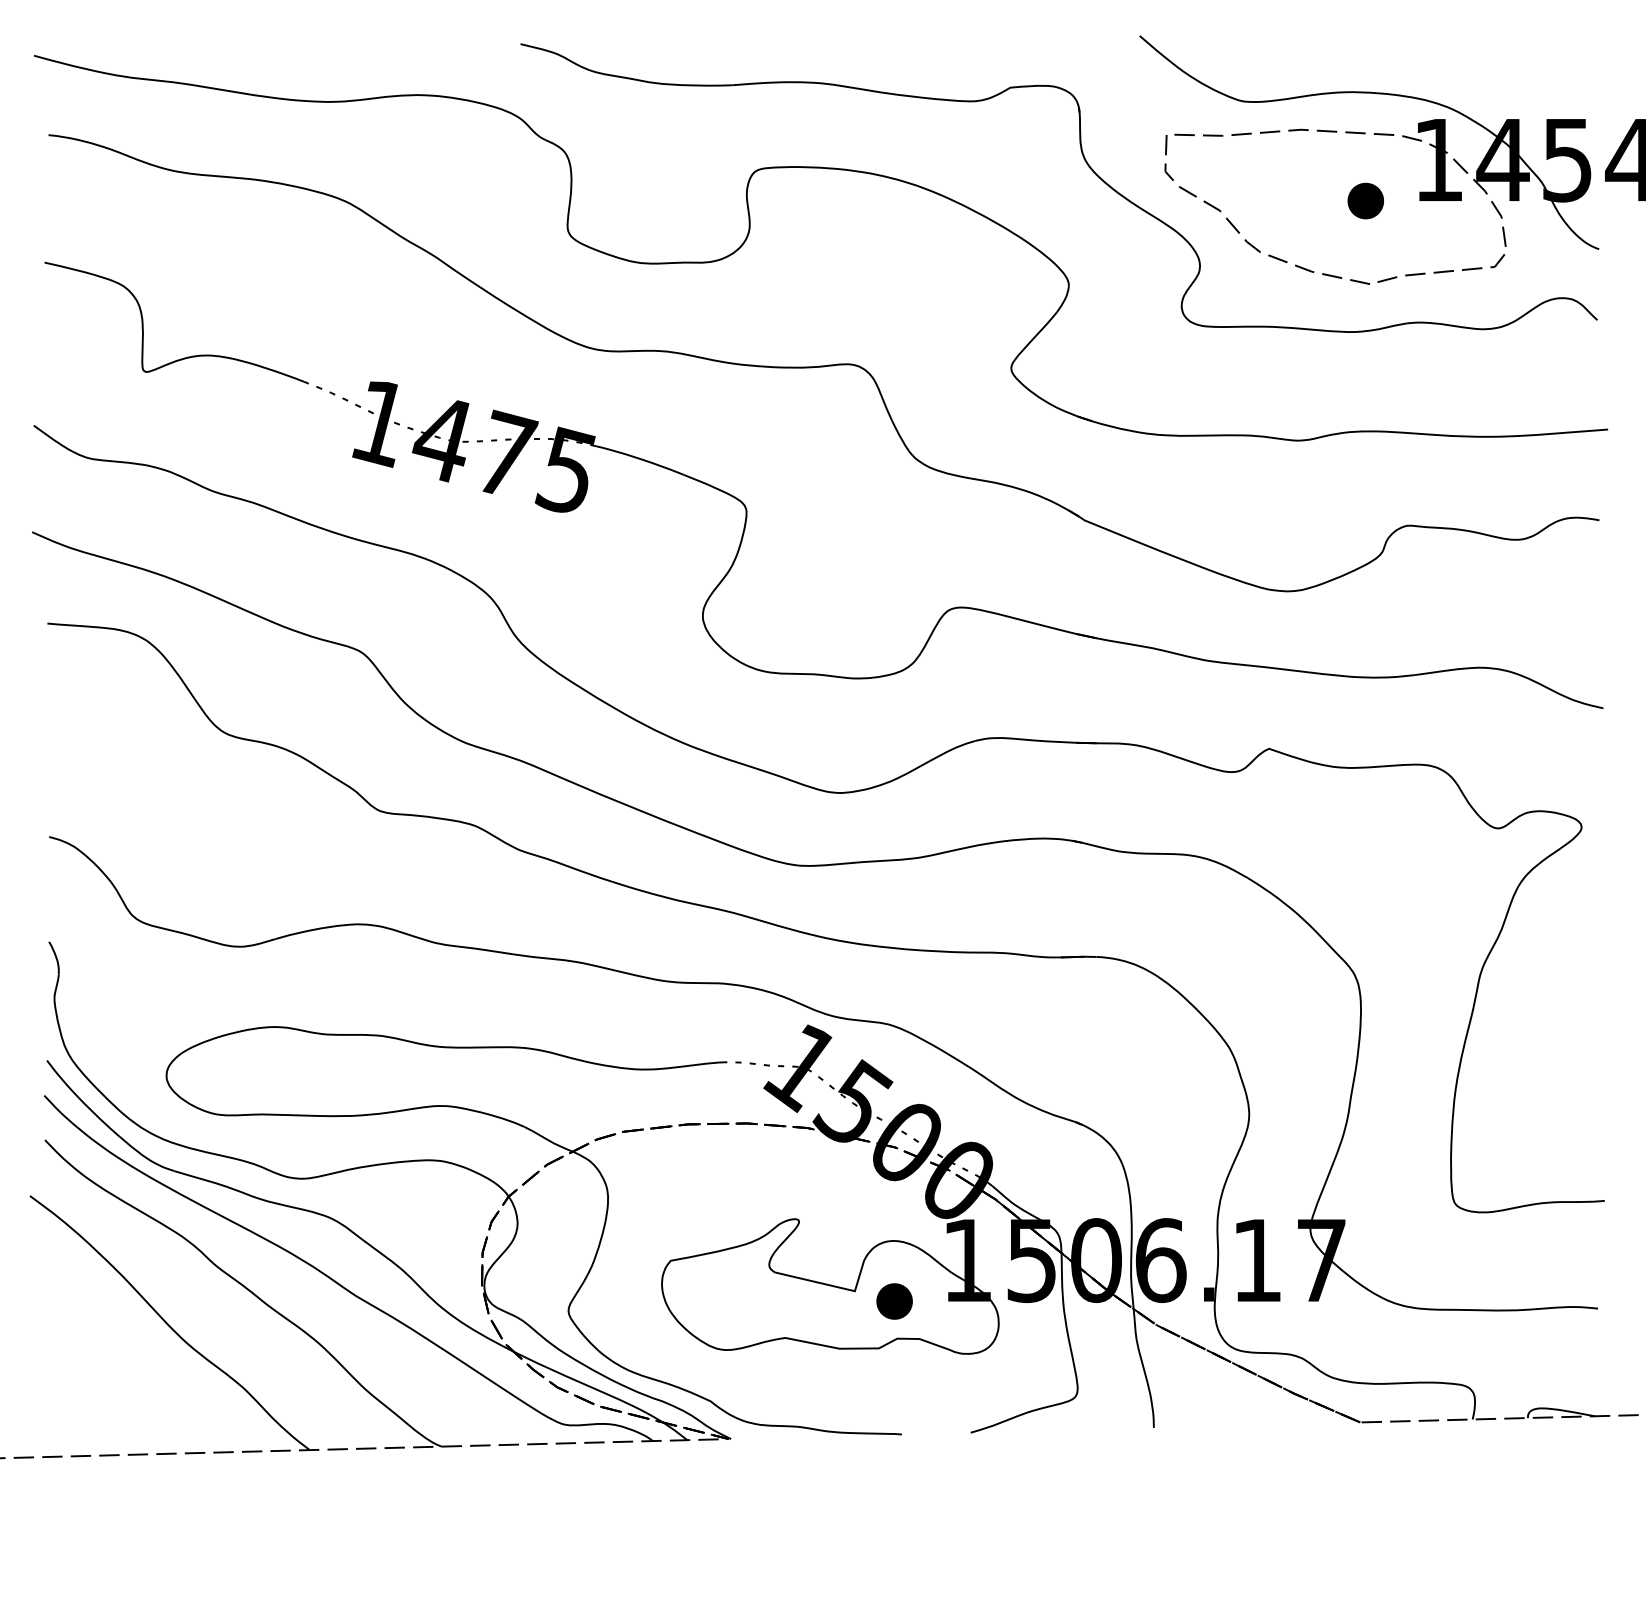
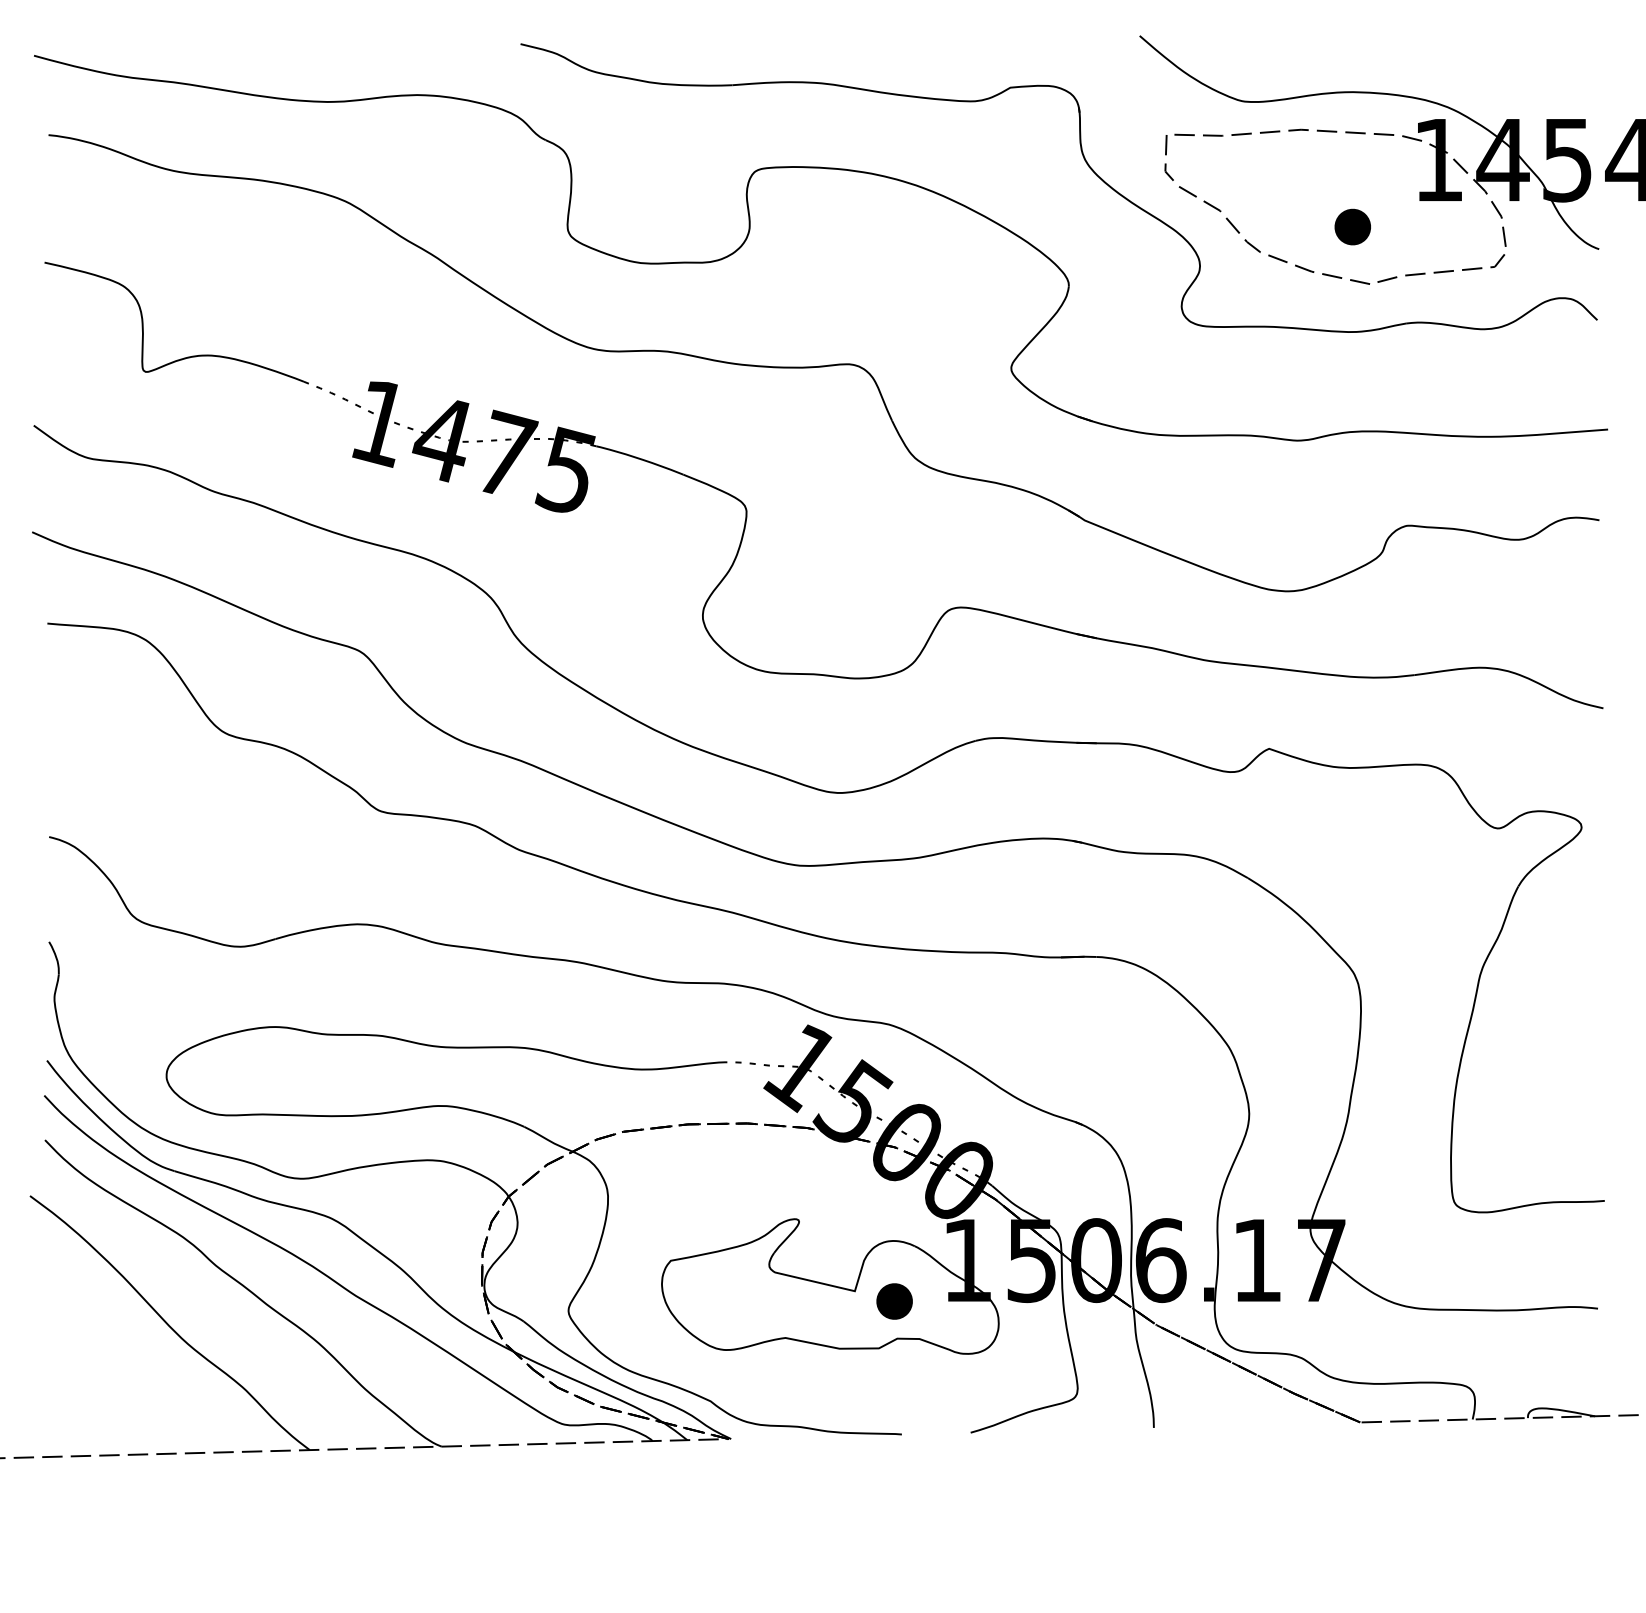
part at (1365, 200) position: (1365, 200) -> (1352, 226)
